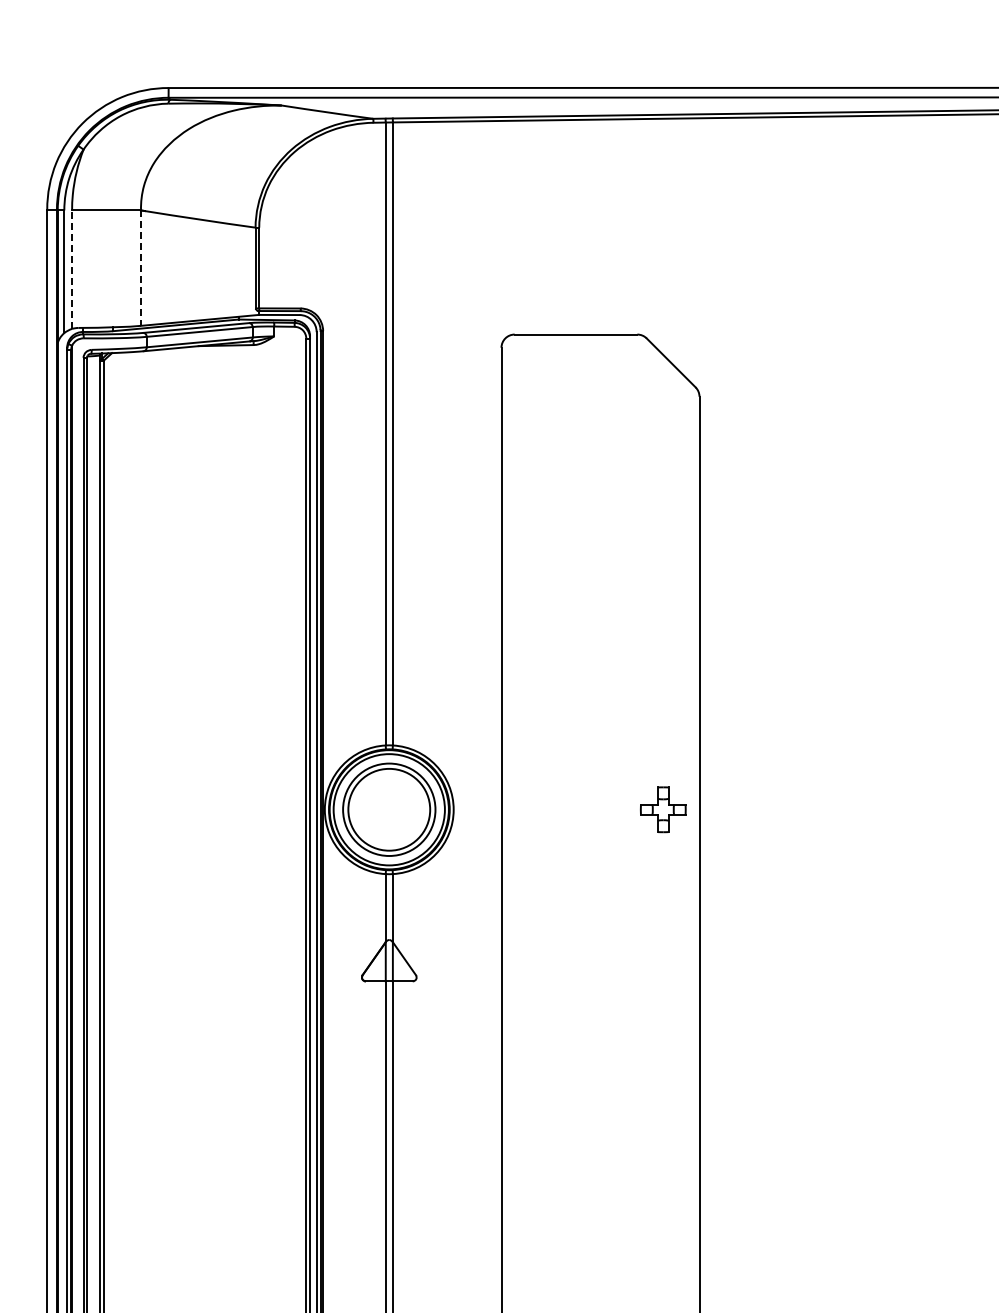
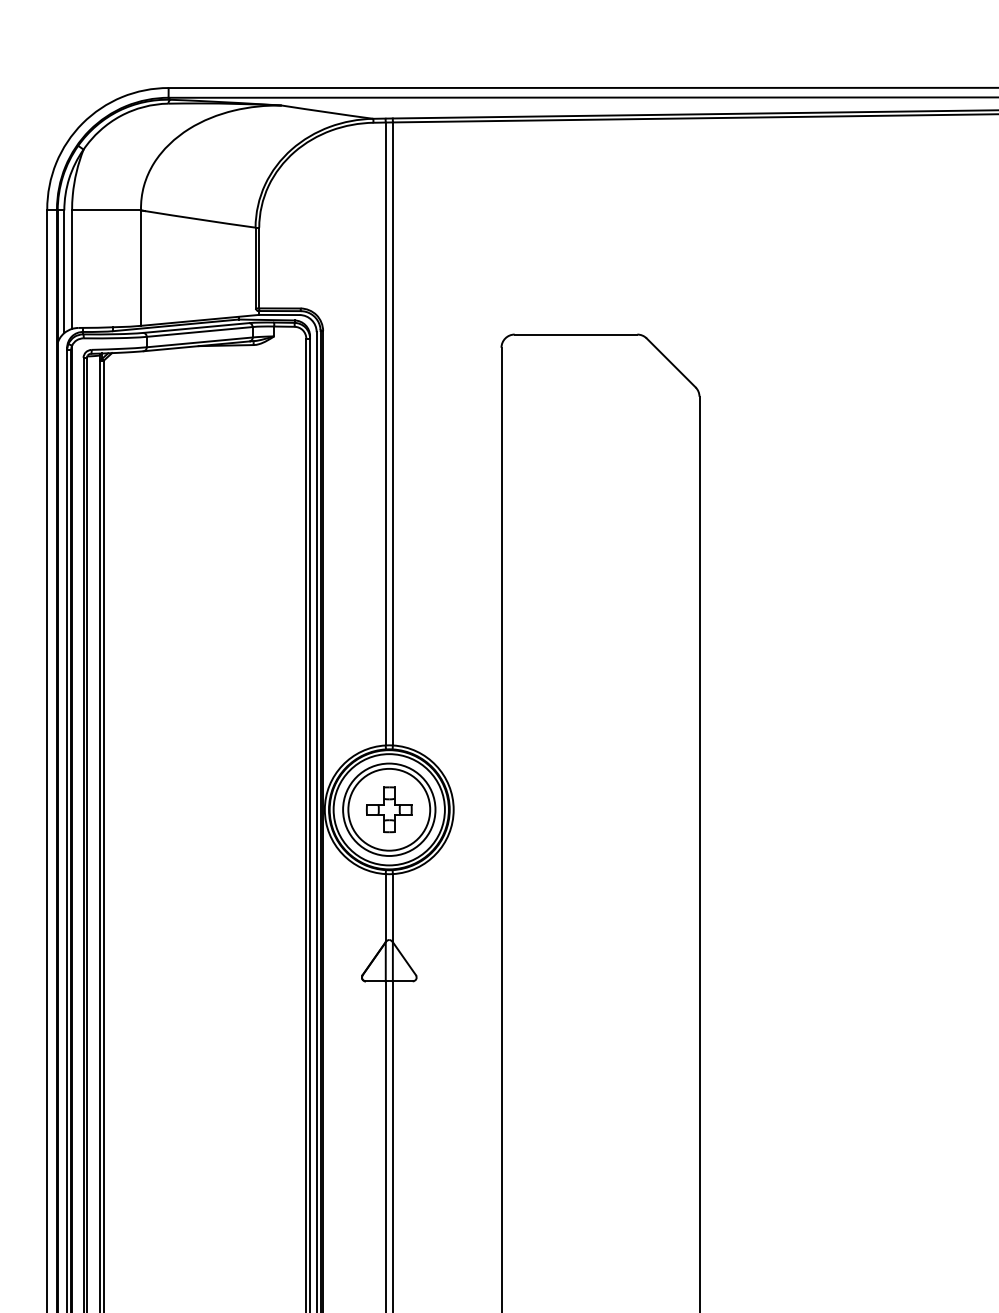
line at (141, 268): dashed -> solid
line at (72, 269): dashed -> solid
part at (663, 809) position: (663, 809) -> (389, 809)
